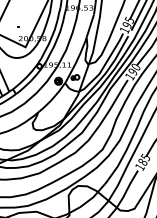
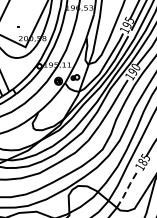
line at (127, 189): solid -> dashed
